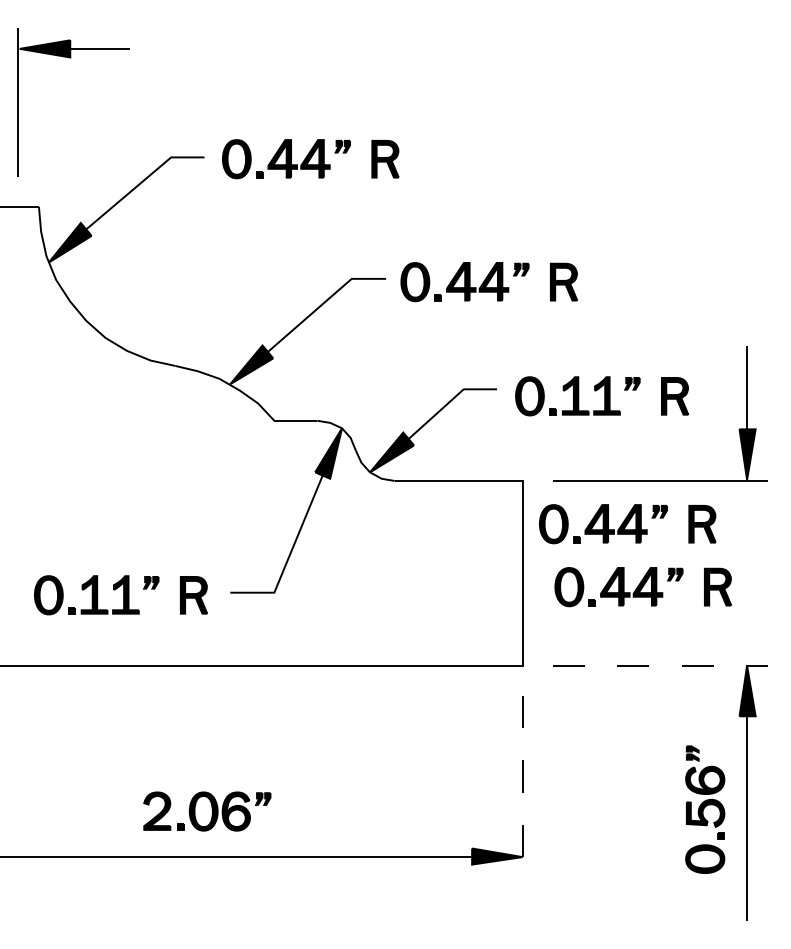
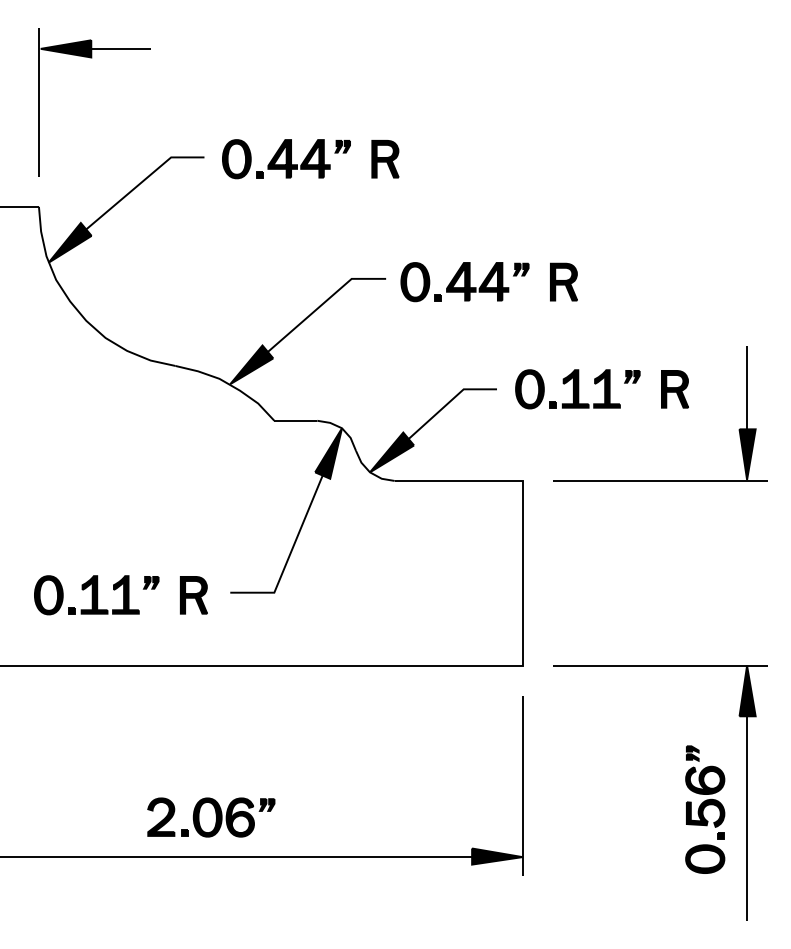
part at (71, 58) position: (71, 58) -> (92, 58)
part at (601, 396) position: (601, 396) -> (601, 389)
part at (627, 524): present -> none
part at (642, 587): present -> none
line at (660, 665): dashed -> solid
line at (522, 786): dashed -> solid
part at (207, 811) position: (207, 811) -> (211, 817)
